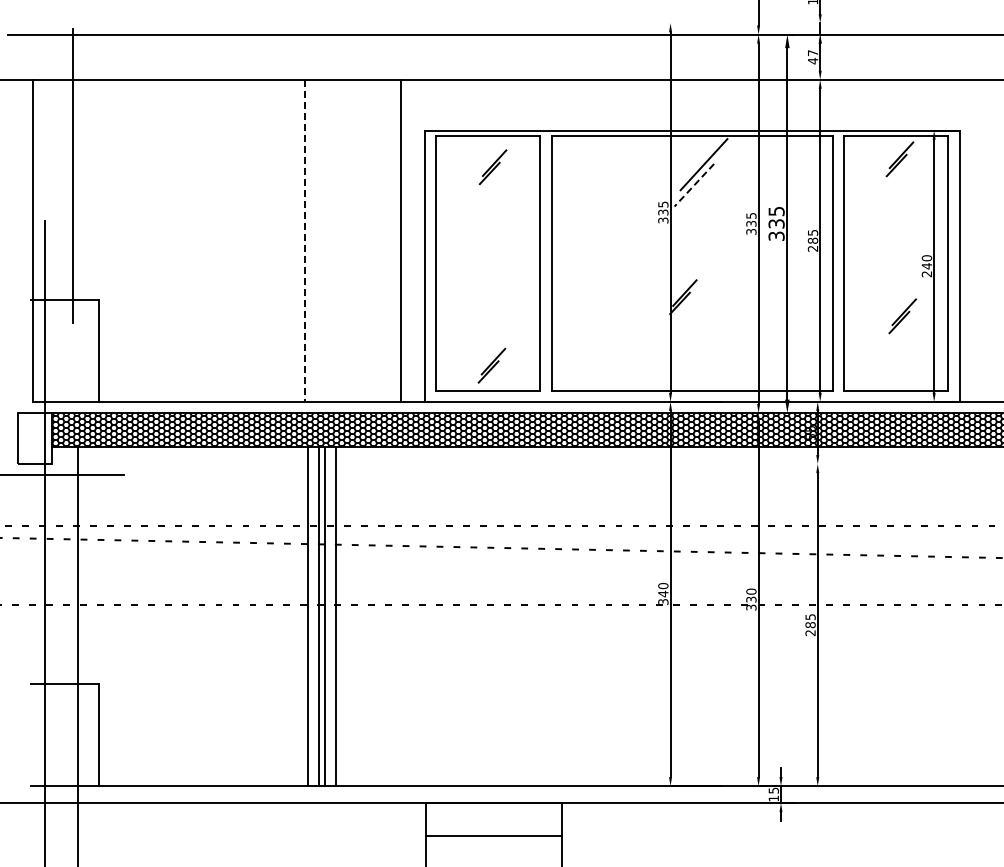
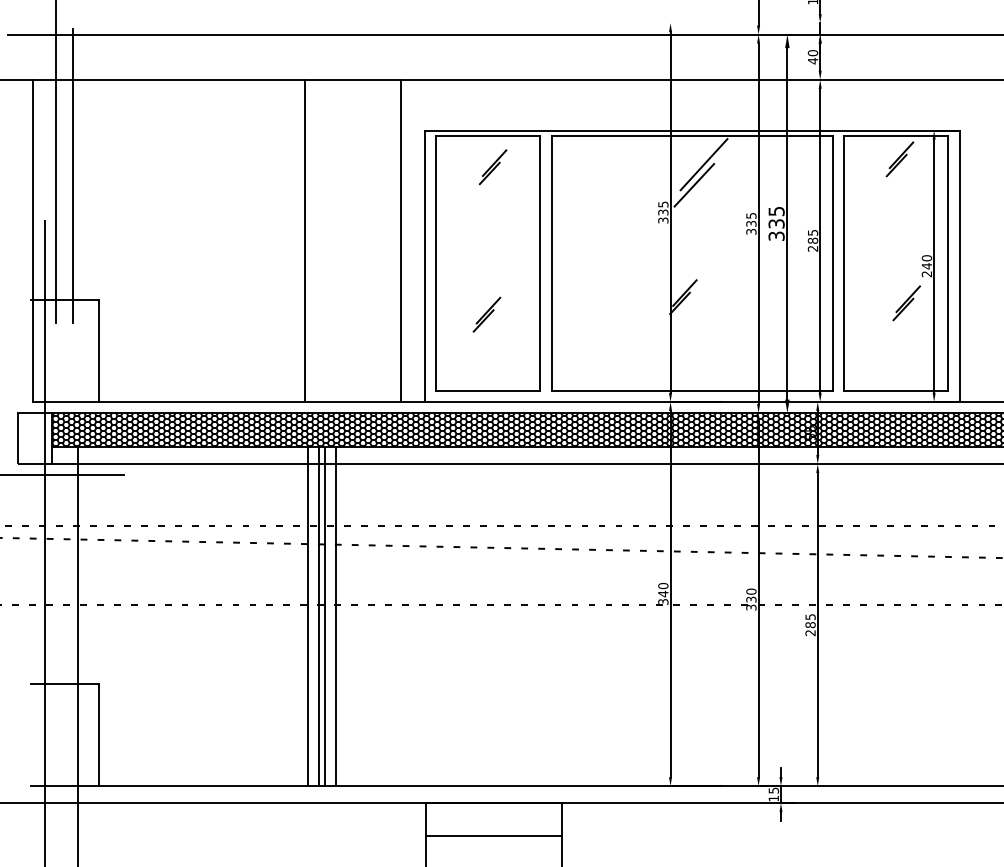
text at (812, 53): 47 -> 40
line at (55, 162): none -> present
line at (694, 185): dashed -> solid
line at (305, 241): dashed -> solid
part at (902, 316) position: (902, 316) -> (906, 303)
part at (491, 365) position: (491, 365) -> (486, 314)
line at (526, 464): none -> present
